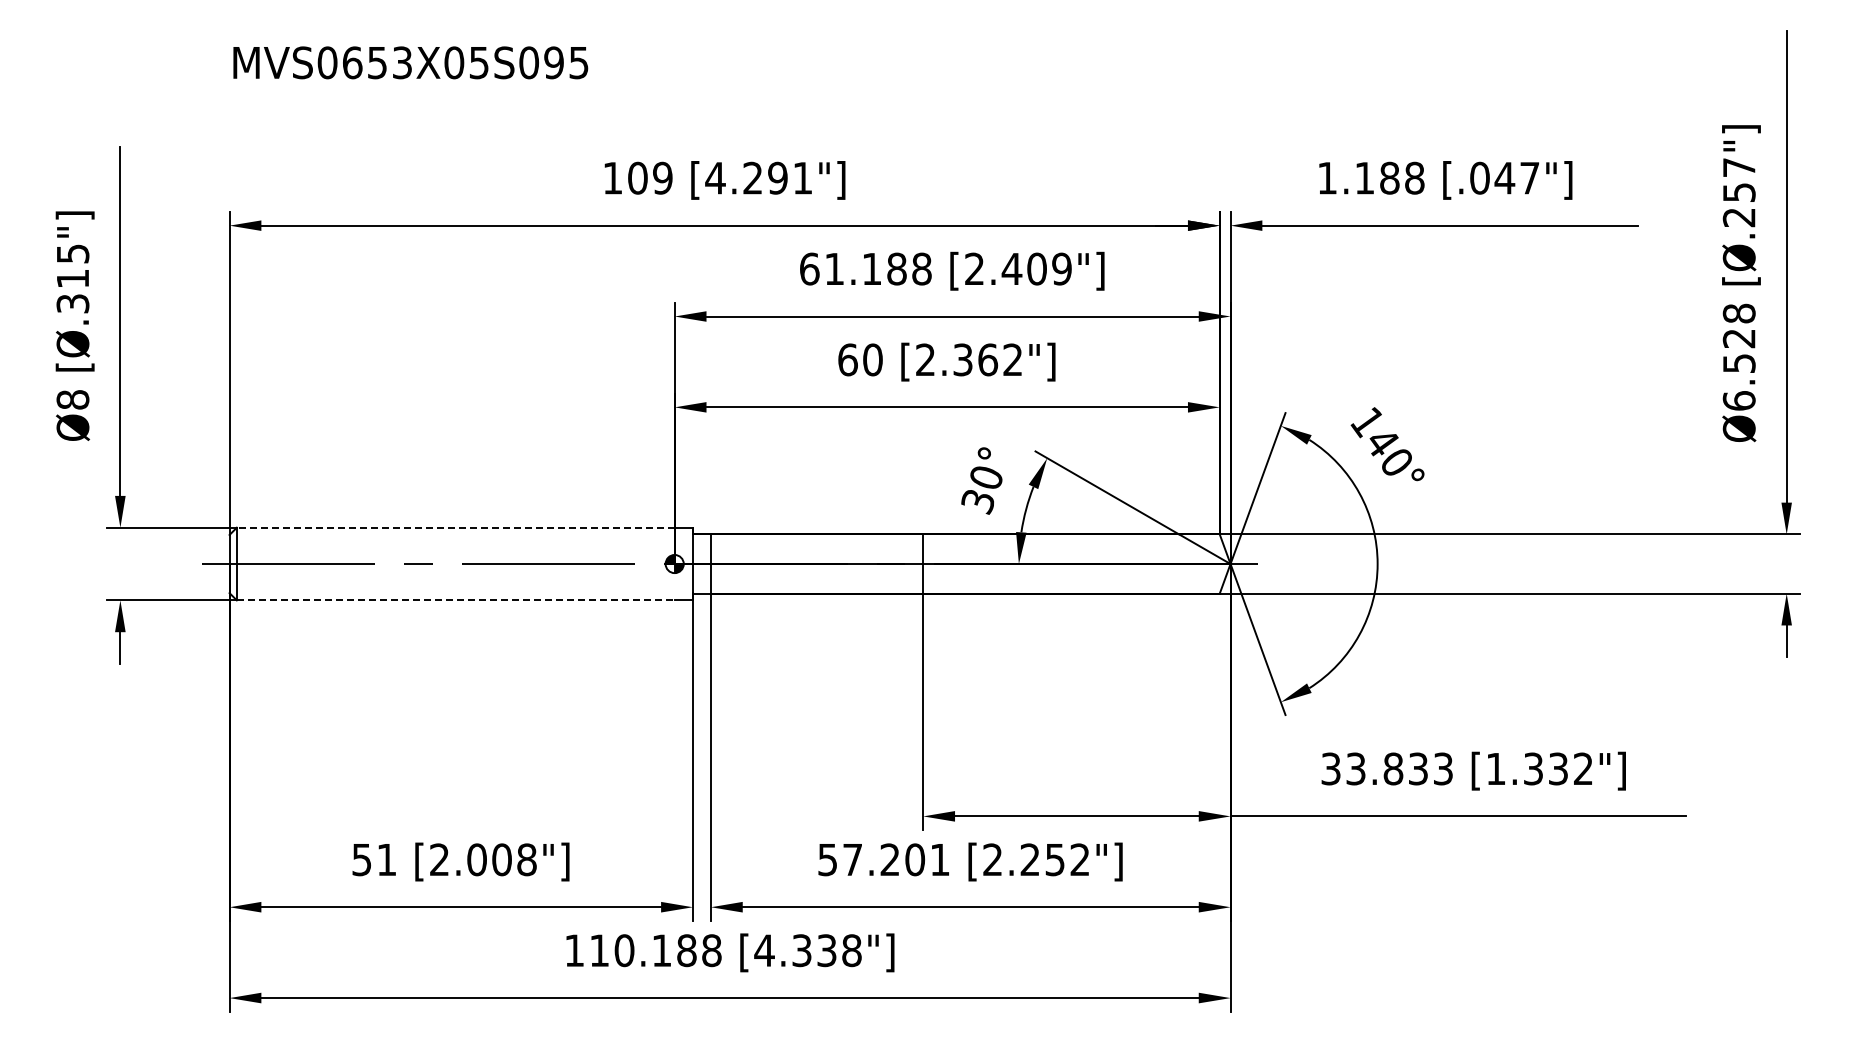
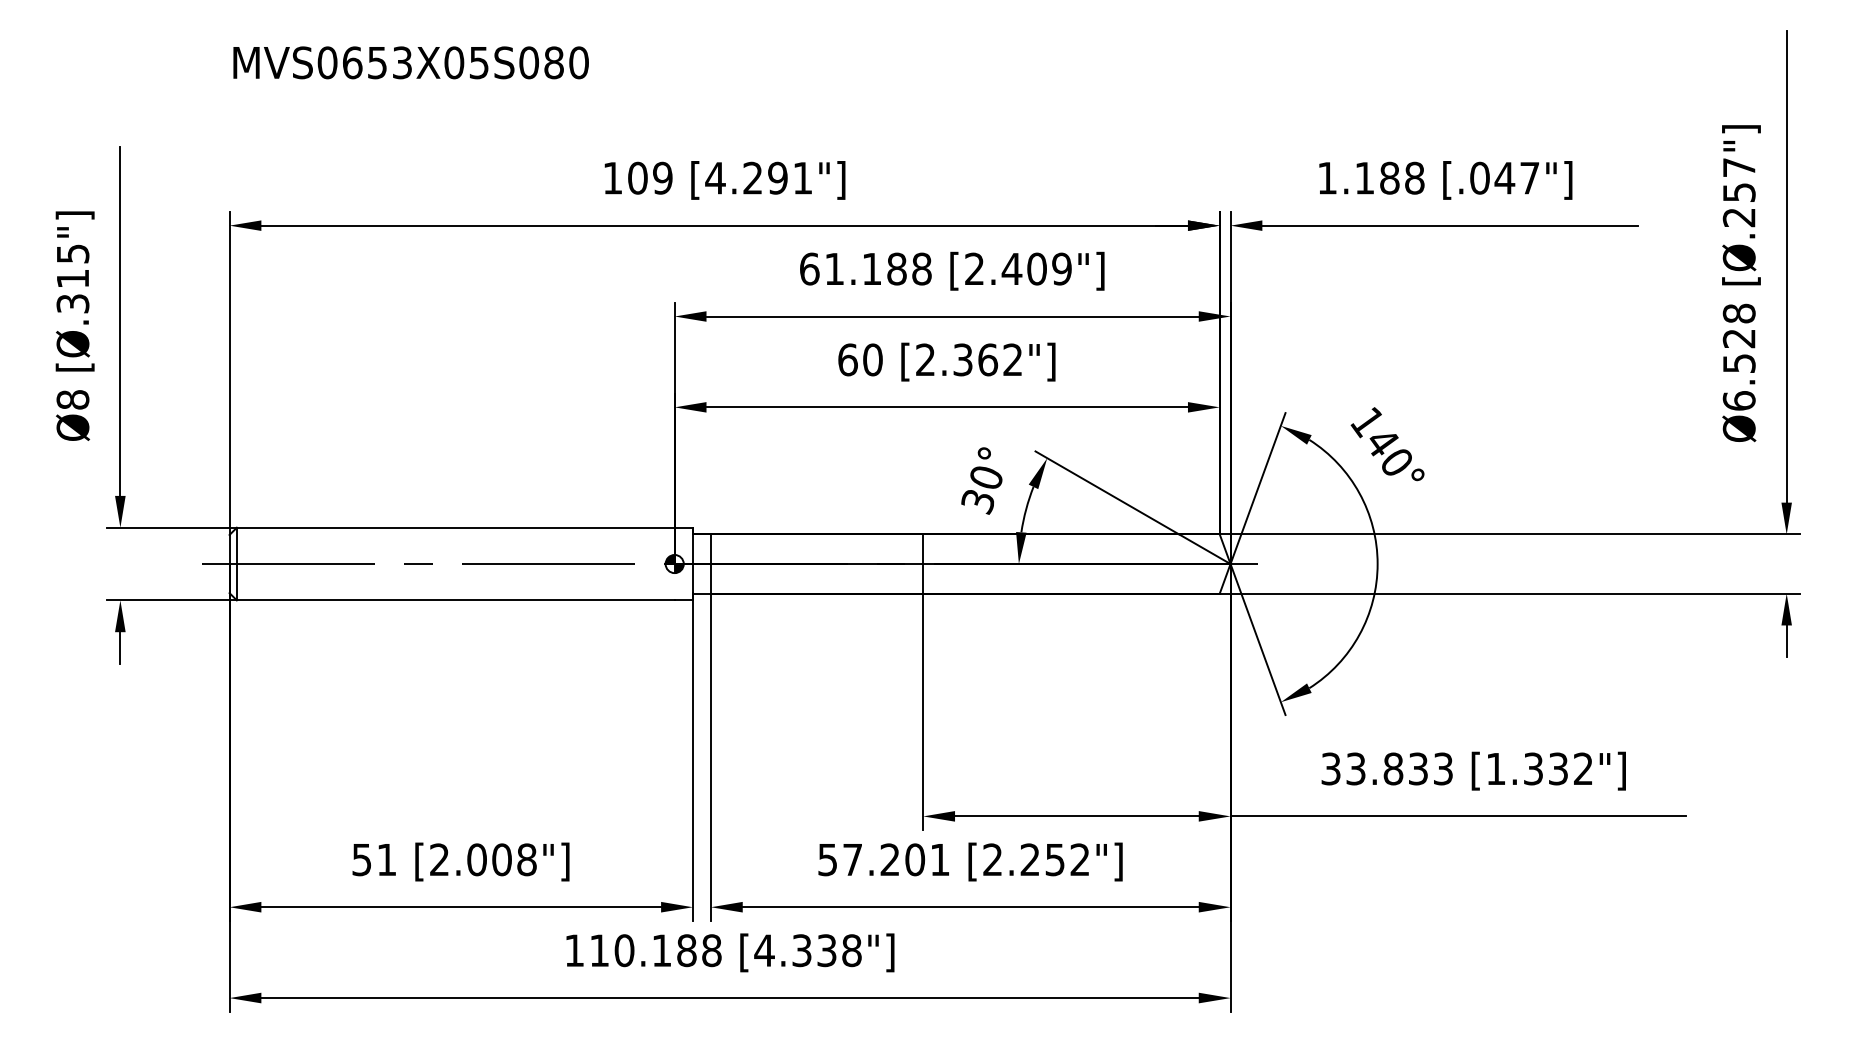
text at (566, 62): MVS0653X05S095 -> MVS0653X05S080
line at (455, 527): dashed -> solid
line at (455, 600): dashed -> solid
